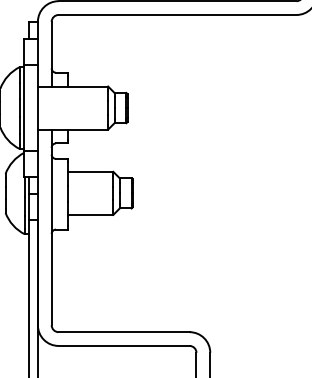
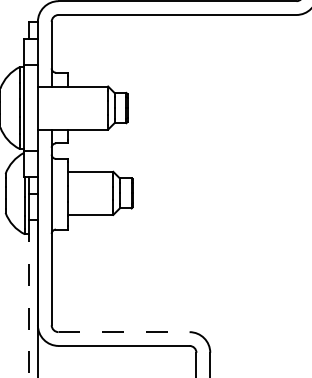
line at (29, 299): solid -> dashed
line at (124, 332): solid -> dashed
